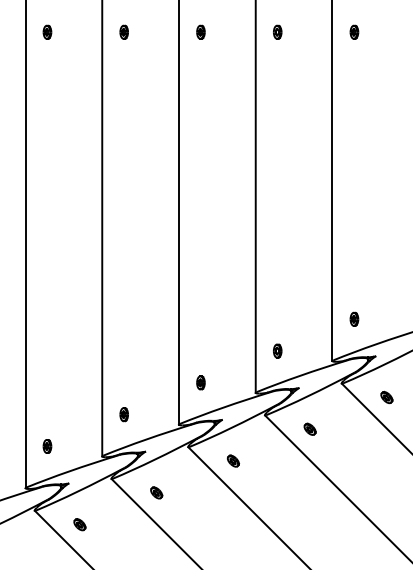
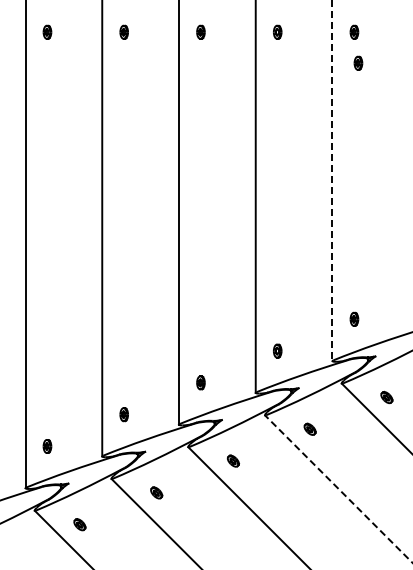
part at (358, 62): none -> present
line at (332, 181): solid -> dashed
line at (338, 488): solid -> dashed
